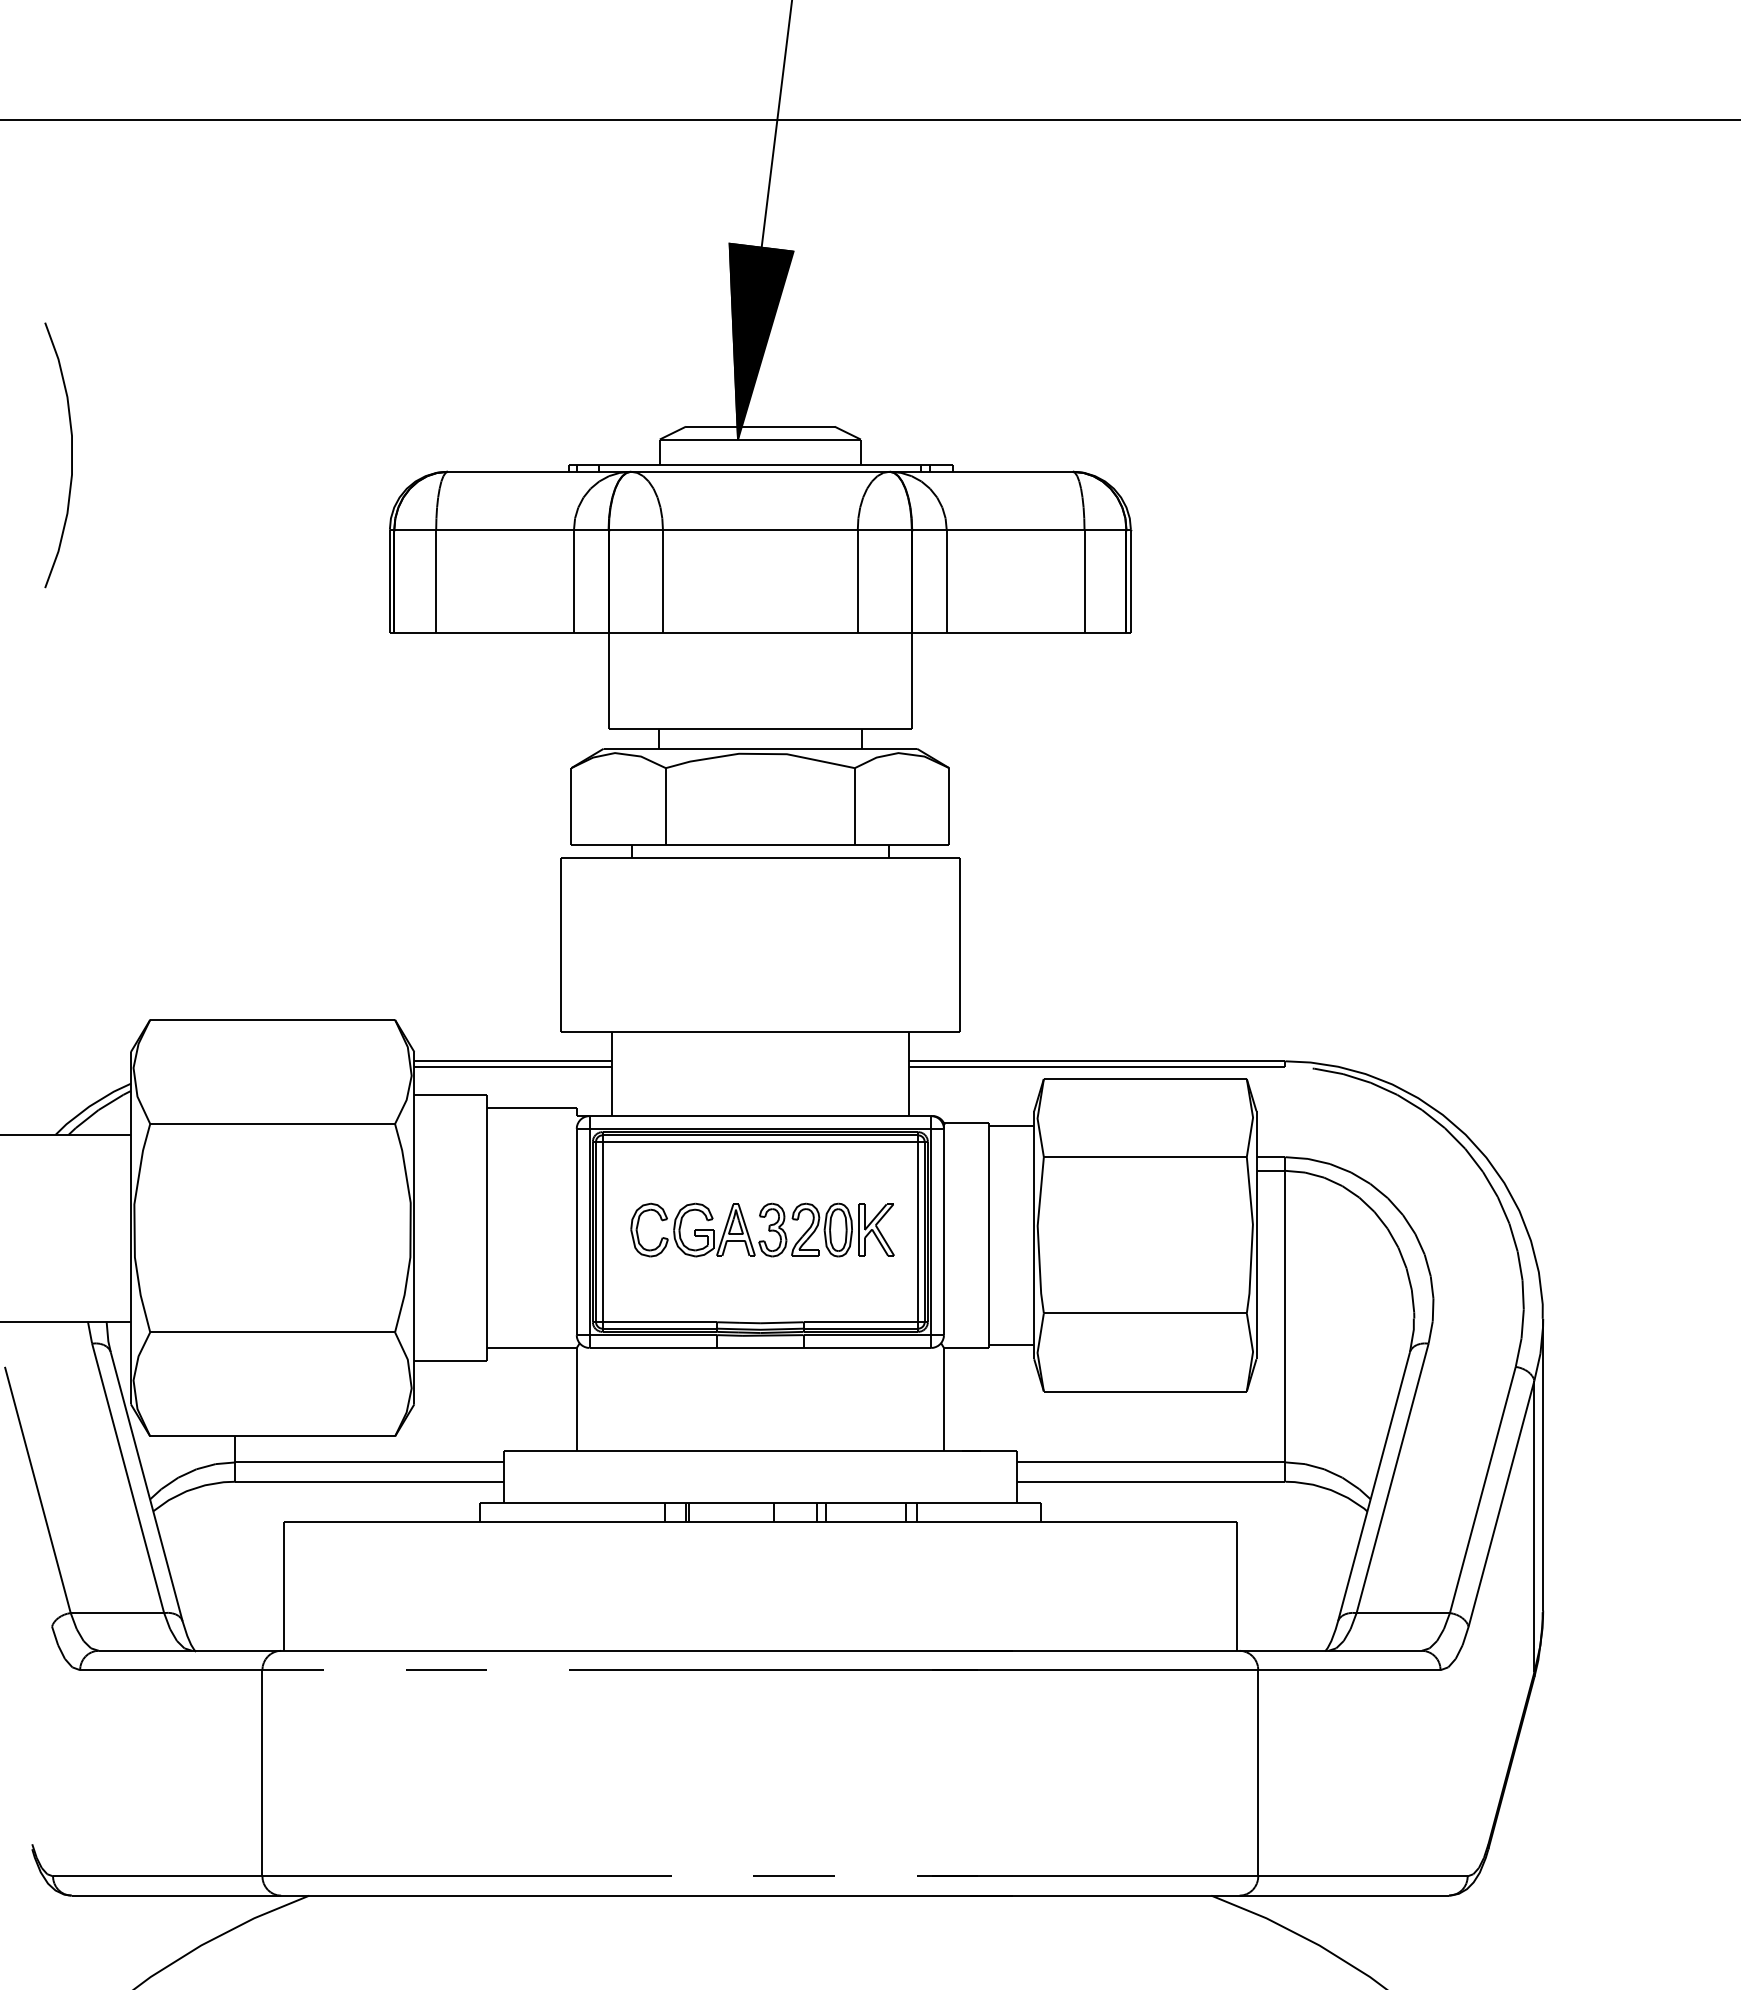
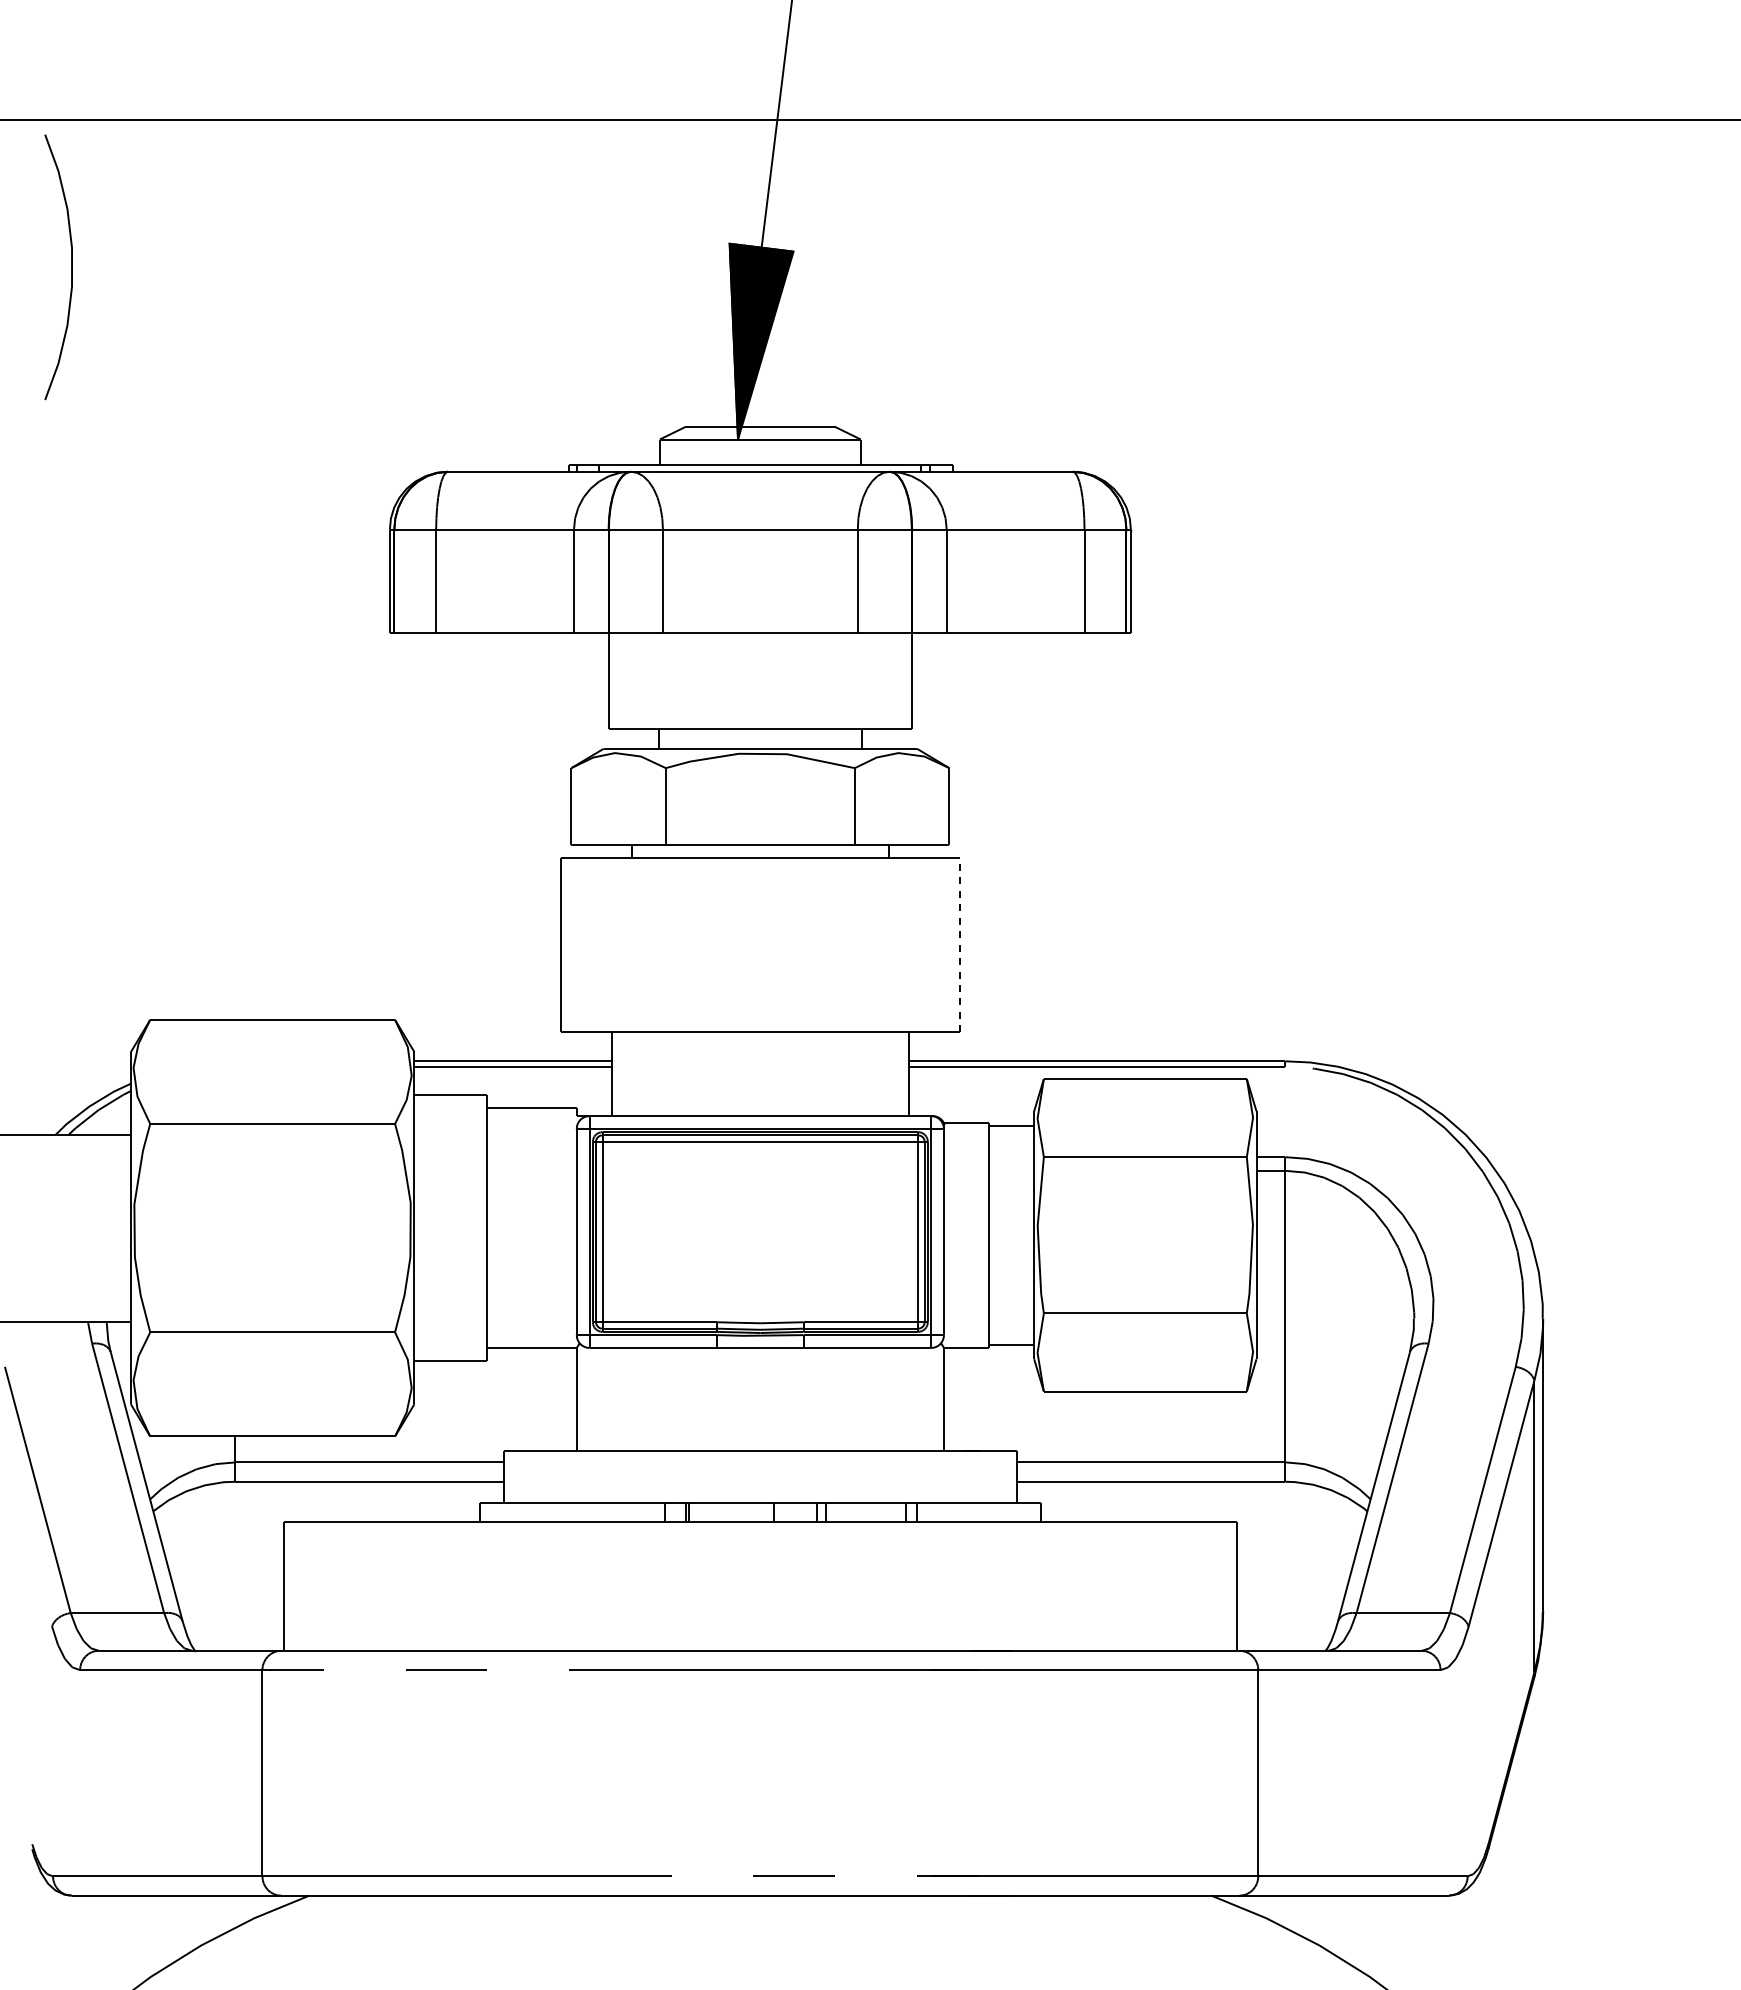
curve at (71, 455) position: (71, 455) -> (71, 267)
line at (960, 945): solid -> dashed
part at (762, 1229): present -> none
